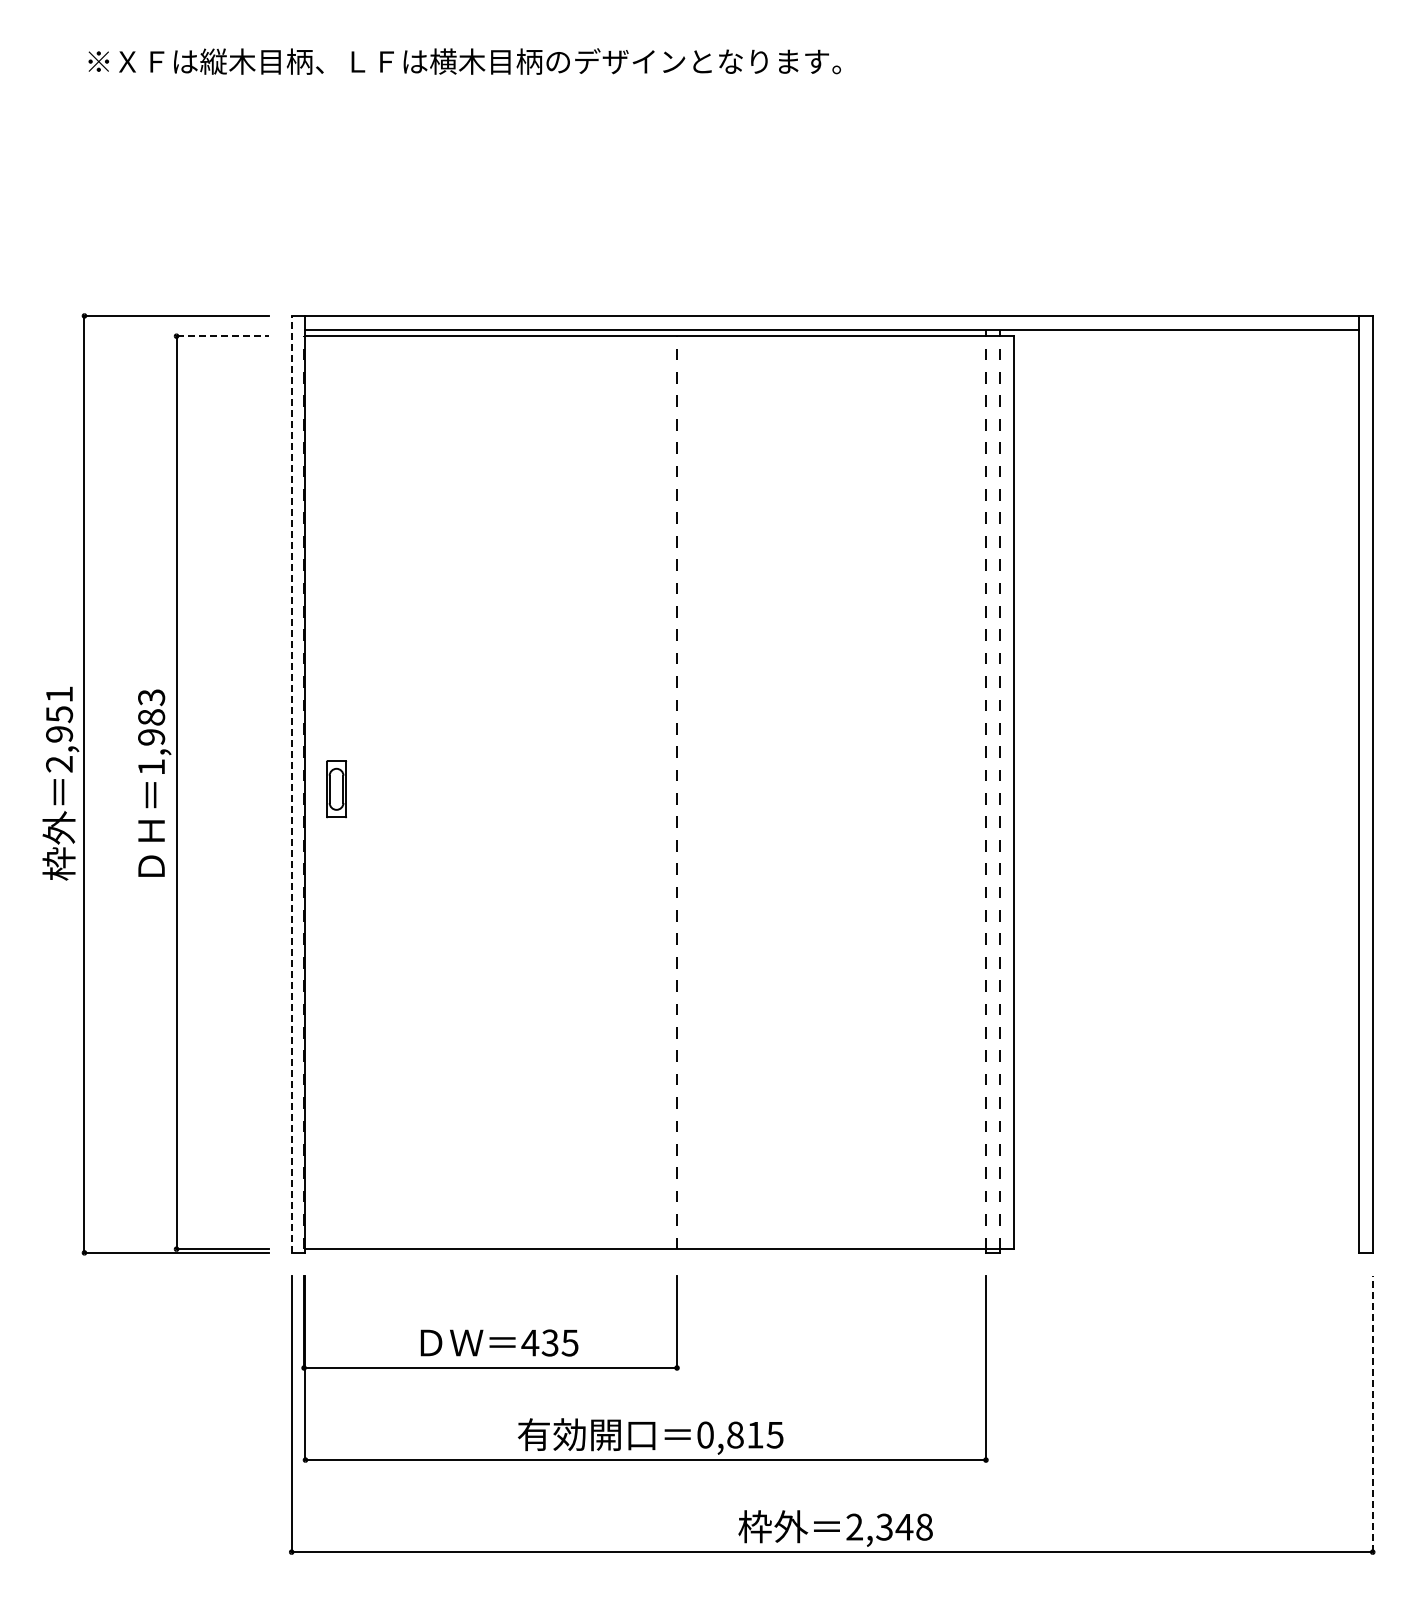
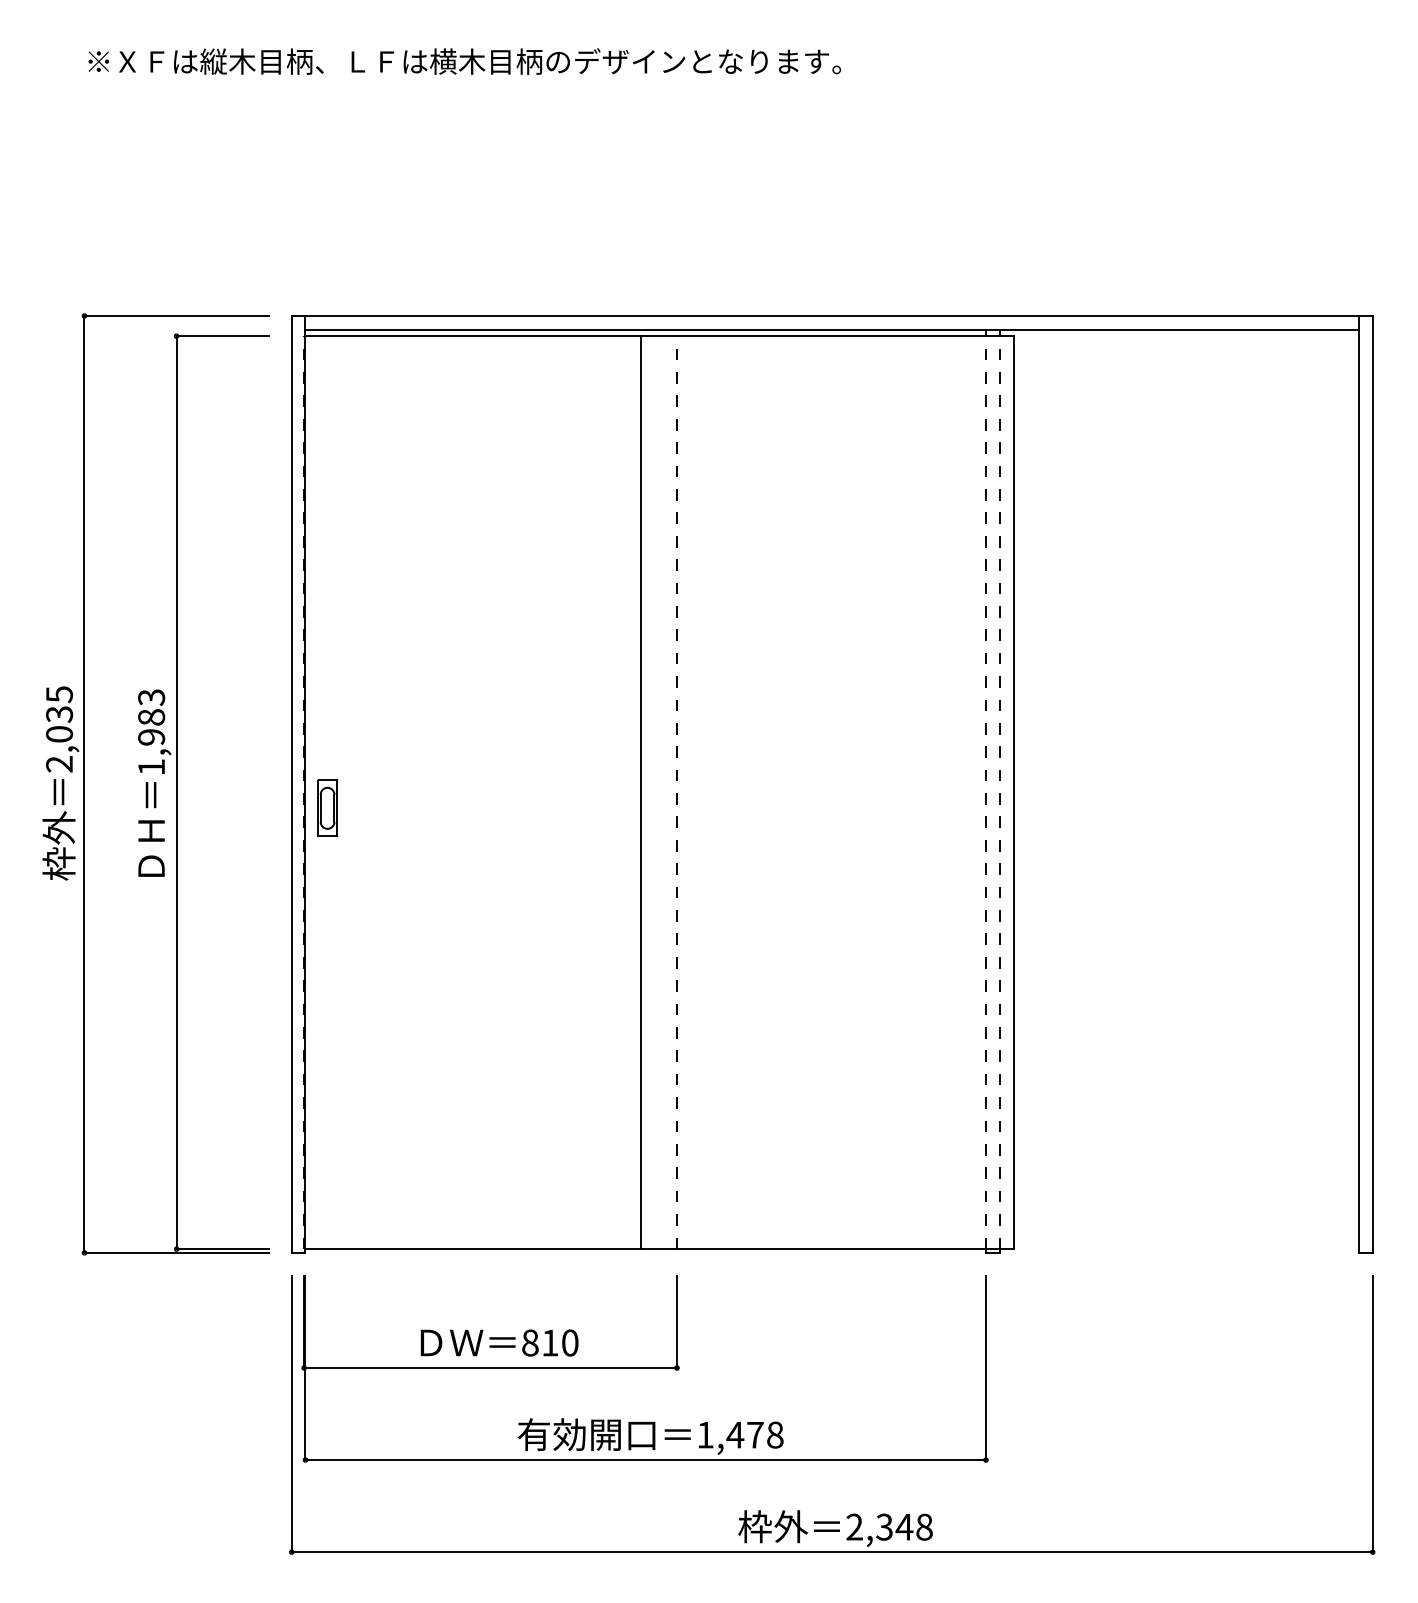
line at (223, 336): dashed -> solid
text at (59, 714): 2,951 -> 2,035
line at (291, 783): dashed -> solid
part at (336, 789) position: (336, 789) -> (327, 808)
line at (641, 792): none -> present
text at (549, 1342): 435 -> 810
line at (1372, 1413): dashed -> solid
text at (740, 1434): 0,815 -> 1,478
